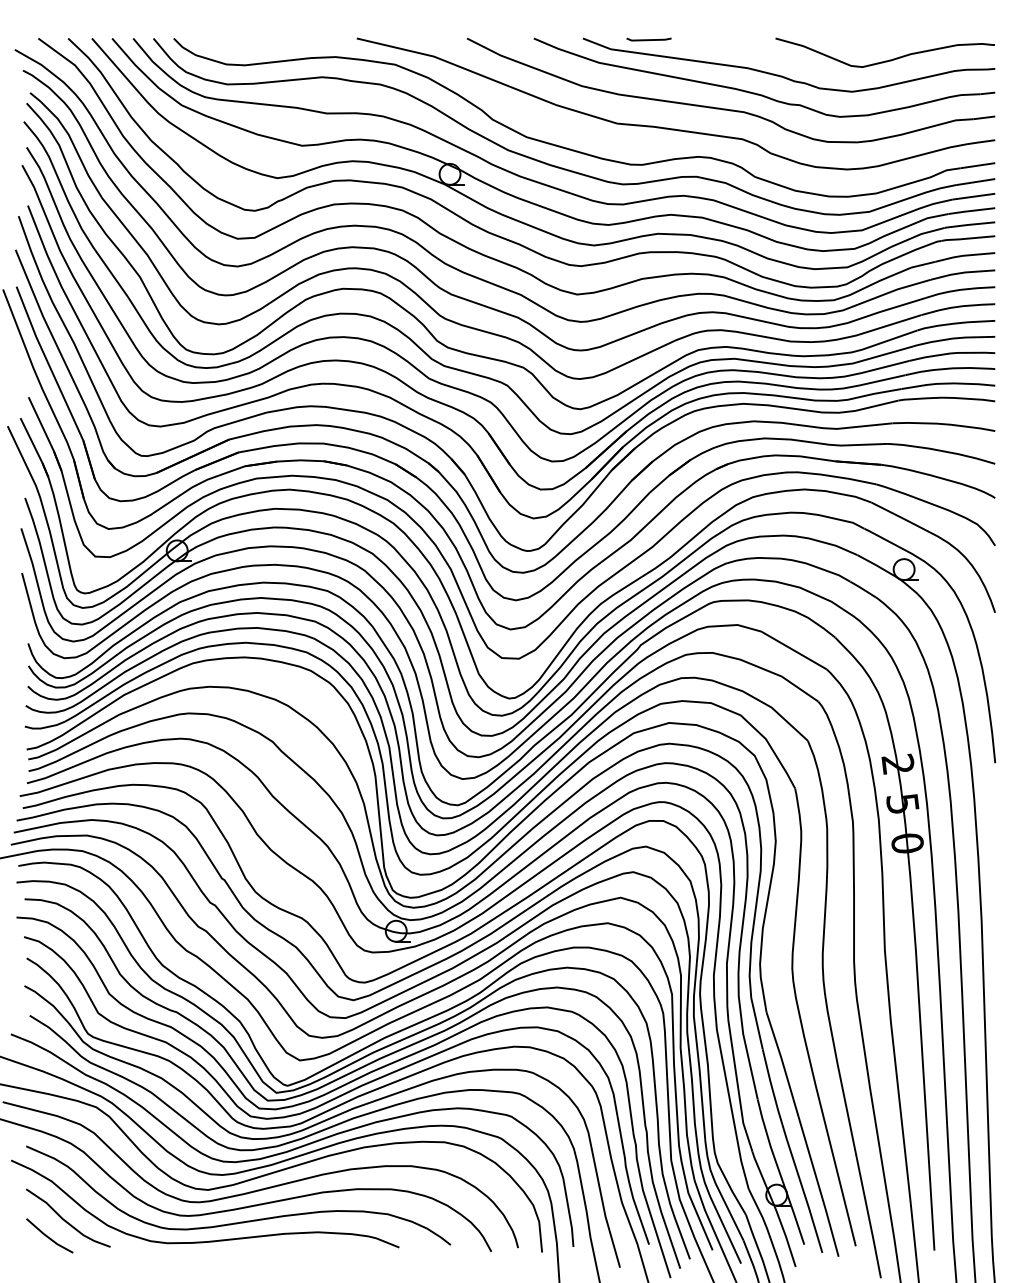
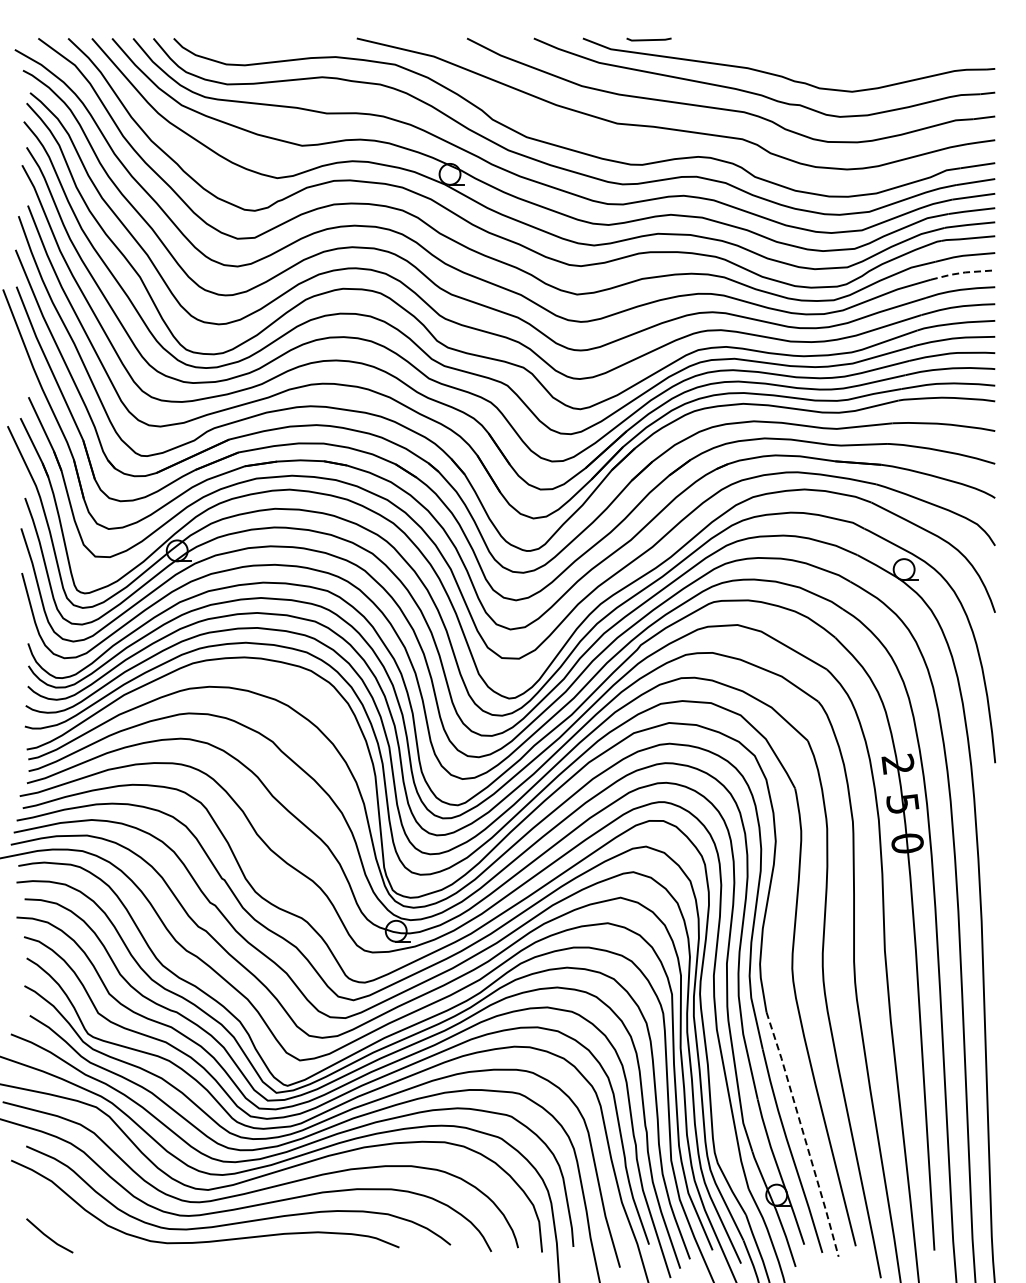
part at (885, 60): present -> none
line at (963, 272): solid -> dashed
line at (803, 1134): solid -> dashed
curve at (65, 1219): present -> none
